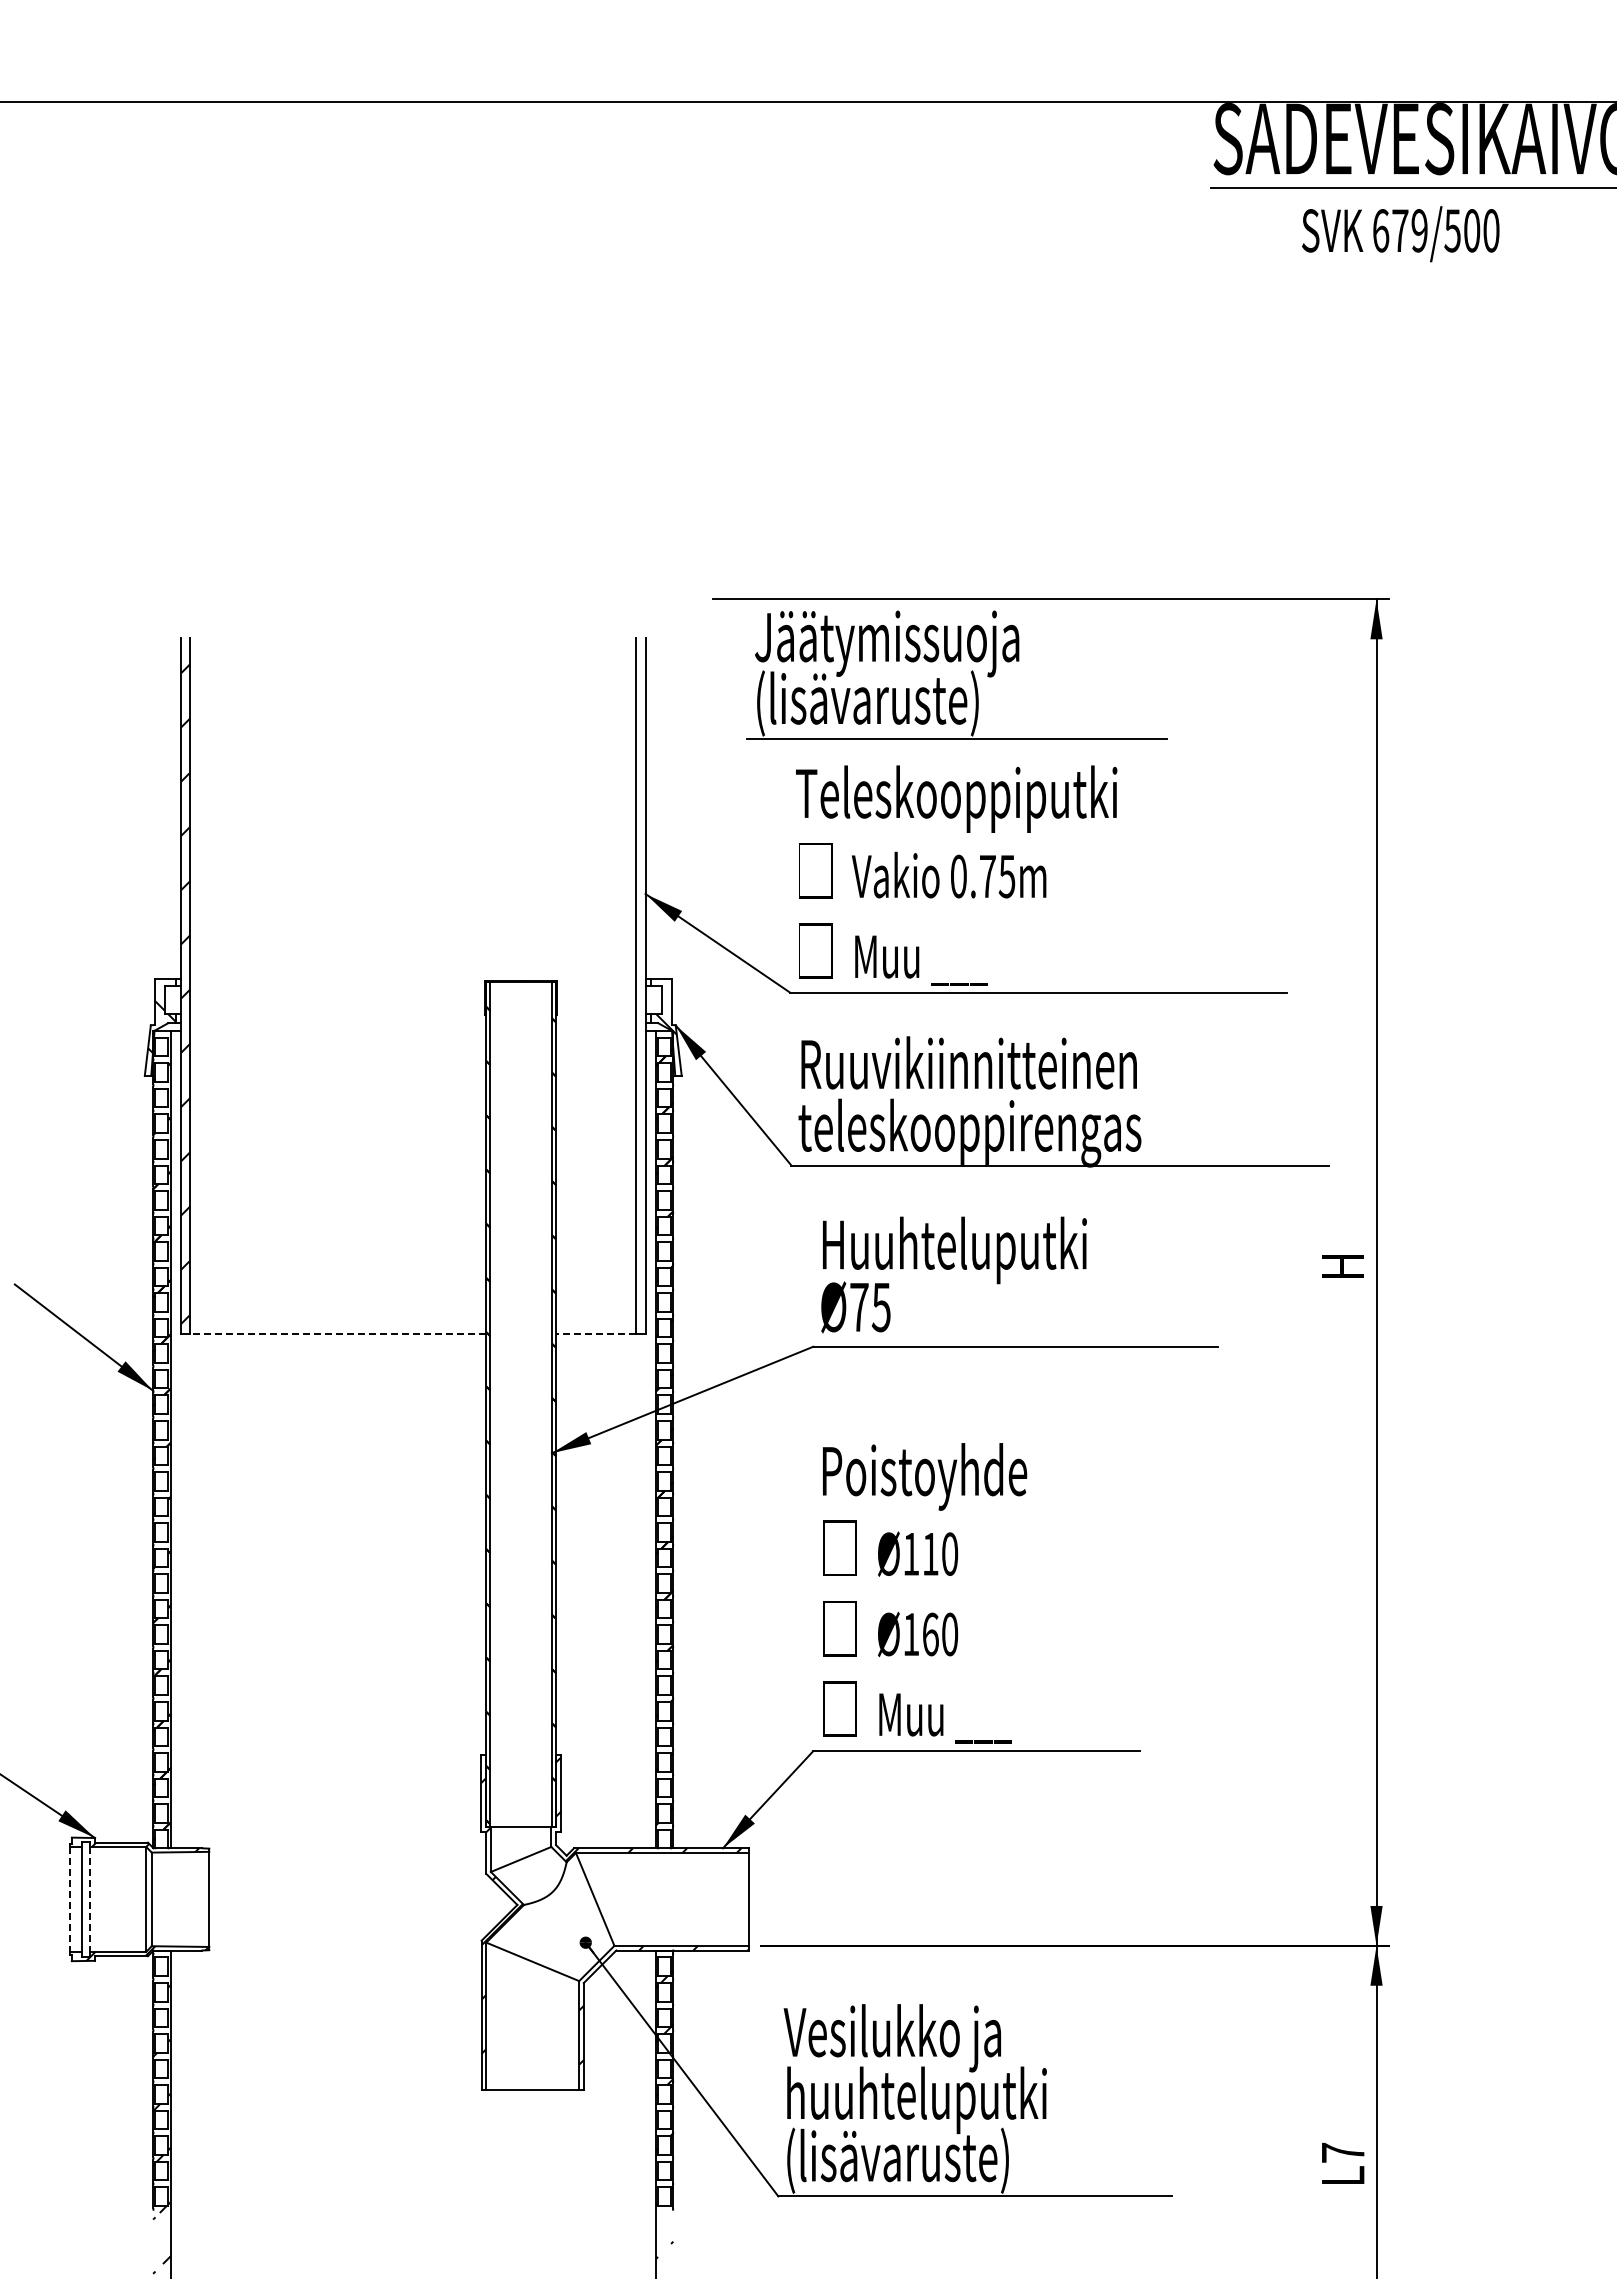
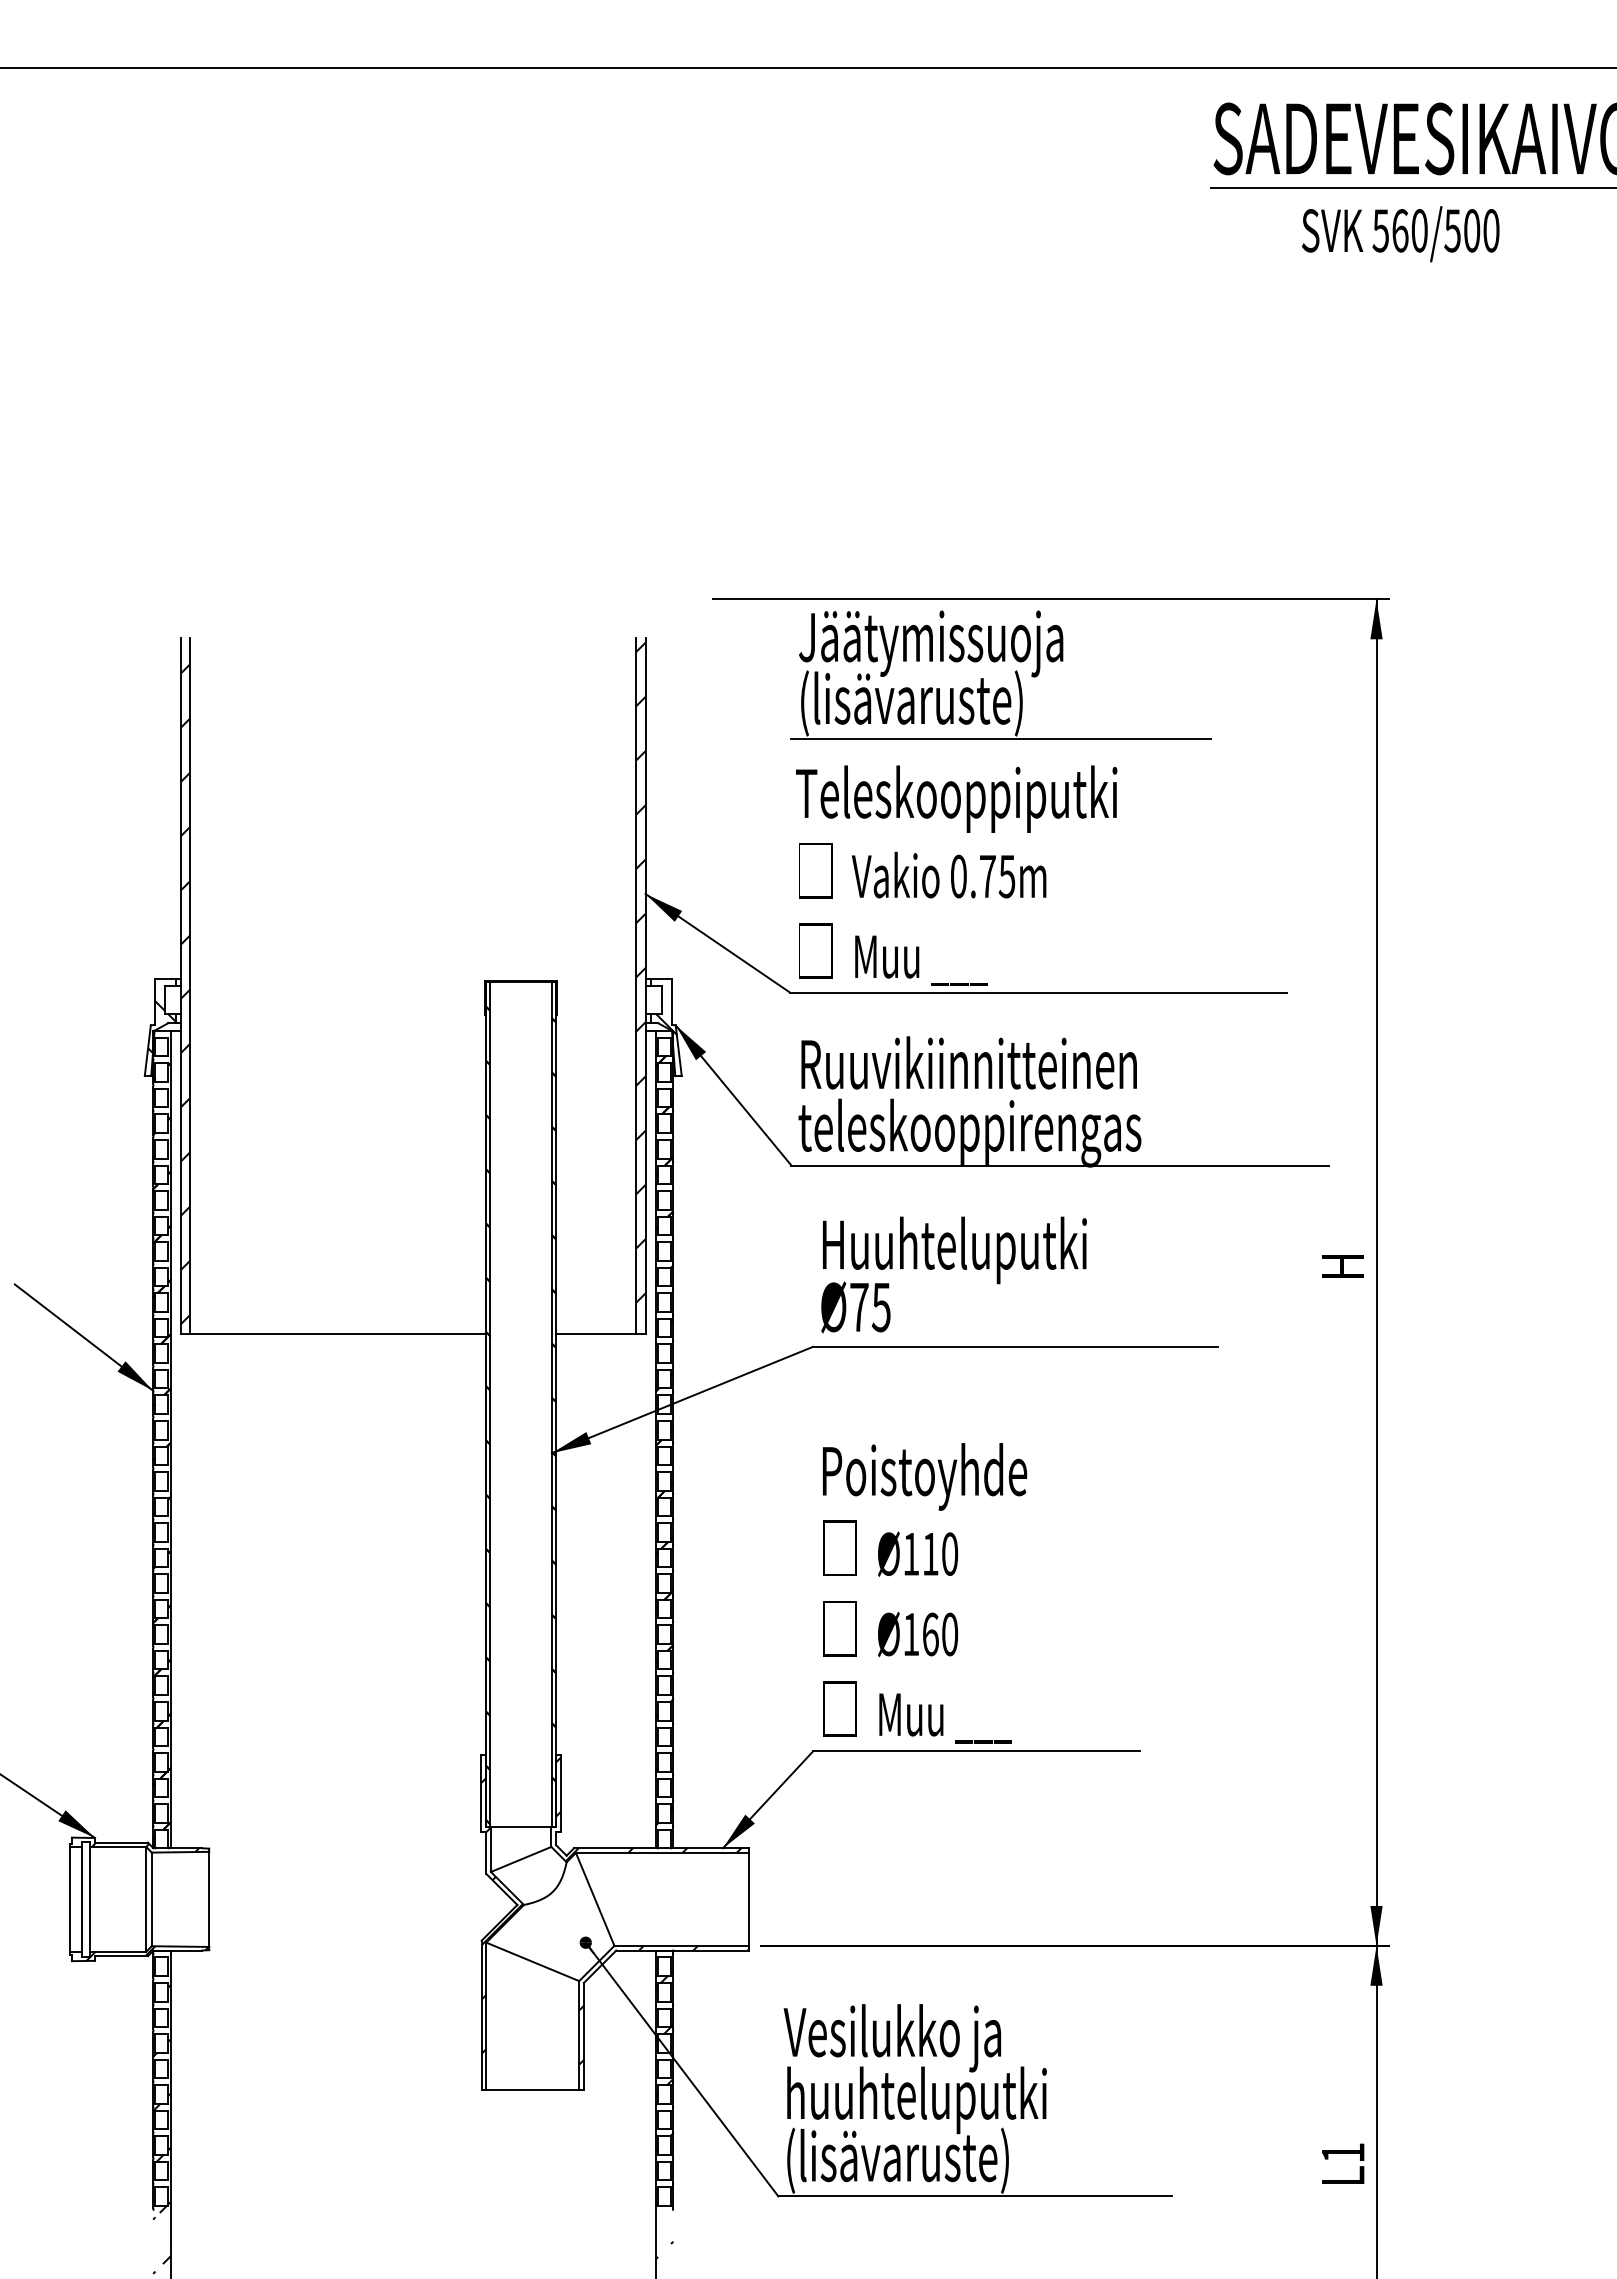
line at (807, 102) position: (807, 102) -> (807, 68)
text at (1399, 230): 679/500 -> 560/500
part at (951, 662) position: (951, 662) -> (995, 662)
hatch at (640, 972): none -> present
line at (338, 1334): dashed -> solid
line at (595, 1334): dashed -> solid
line at (69, 1899): dashed -> solid
line at (90, 1899): dashed -> solid
text at (1343, 2152): L7 -> L1
